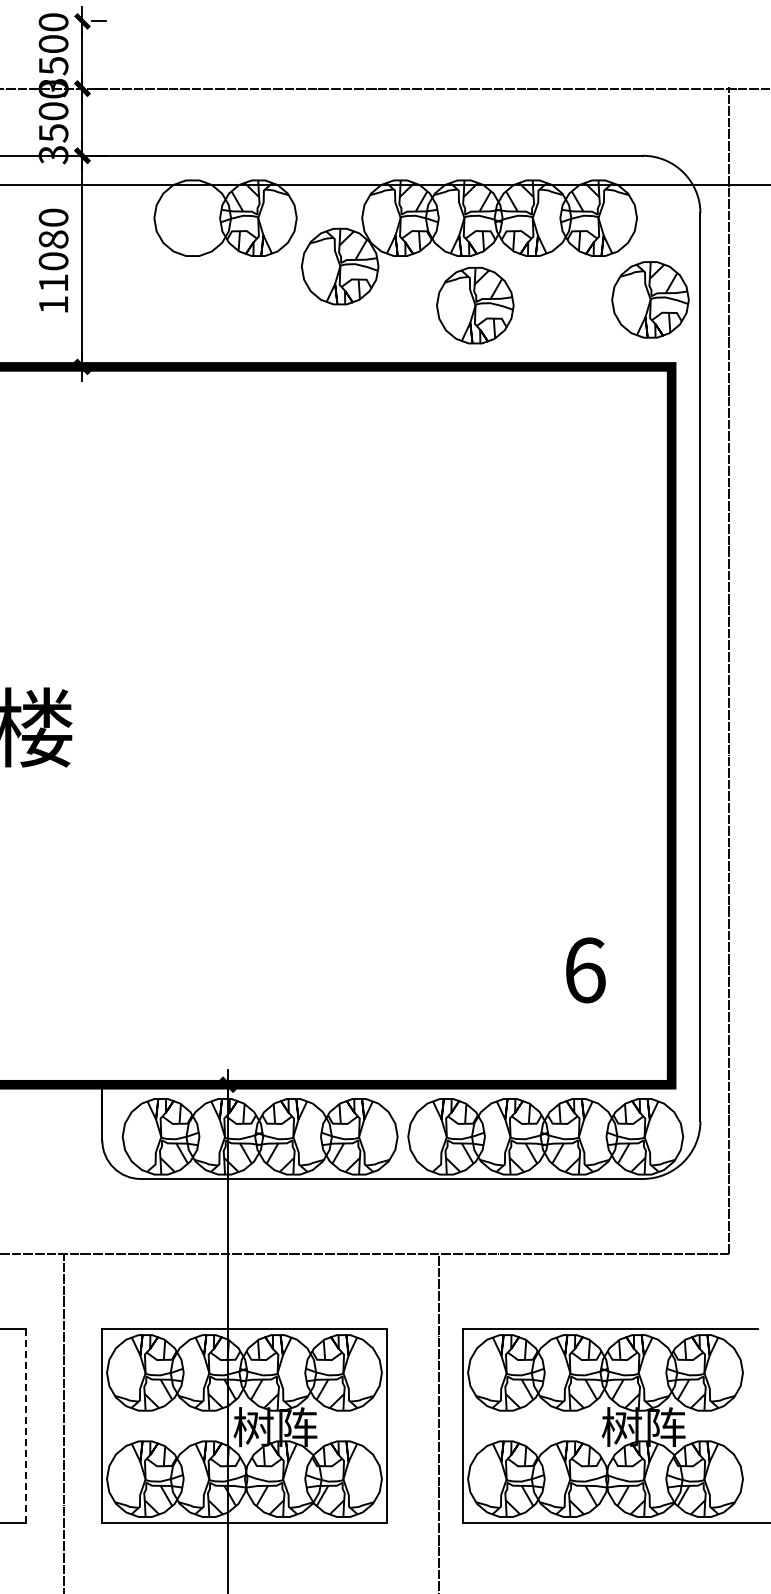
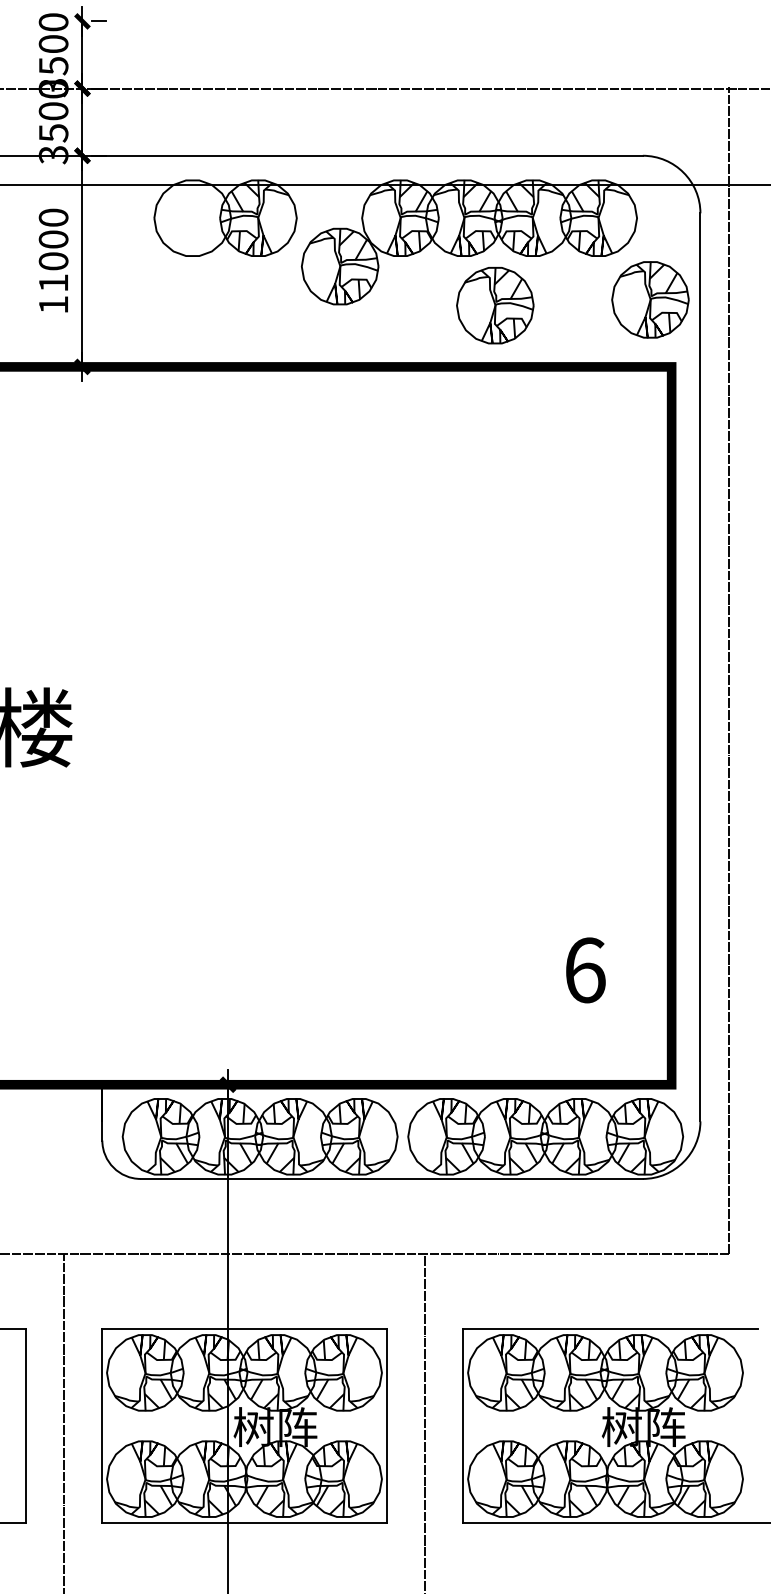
text at (53, 239): 11080 -> 11000
part at (475, 305) position: (475, 305) -> (495, 305)
line at (439, 1421) position: (439, 1421) -> (425, 1421)
line at (25, 1425): dashed -> solid
